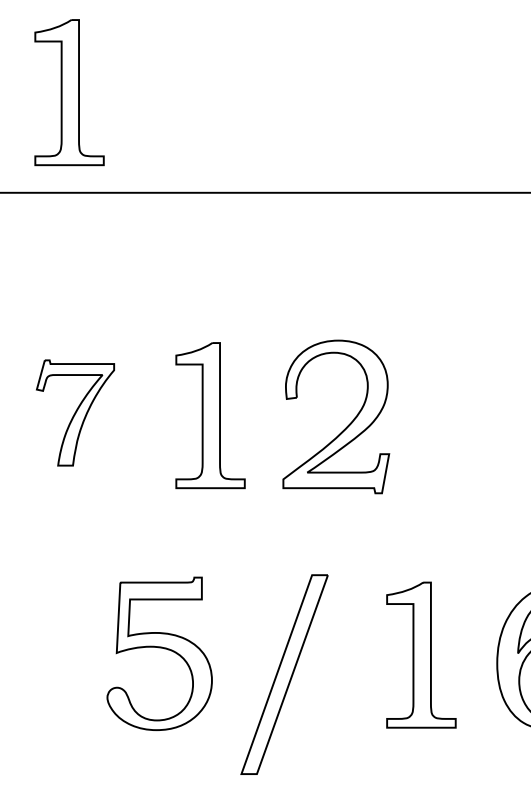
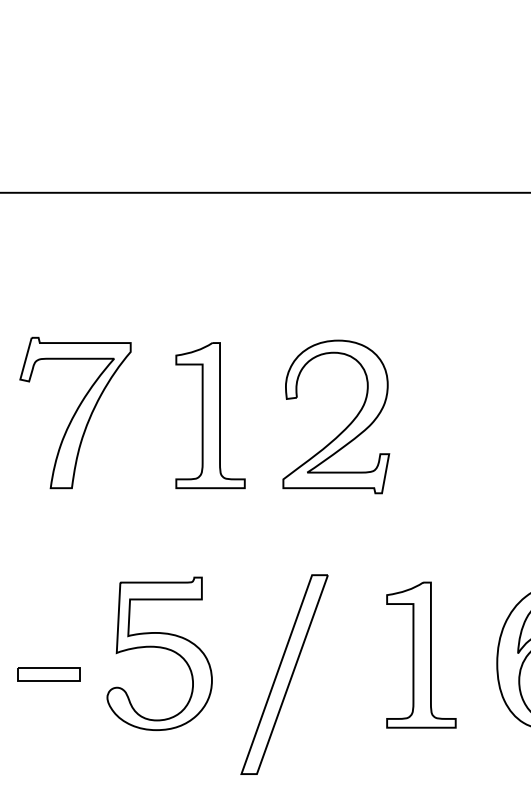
part at (69, 92): present -> none
part at (75, 412) size: 79x108 px -> 113x154 px
part at (48, 674): none -> present
